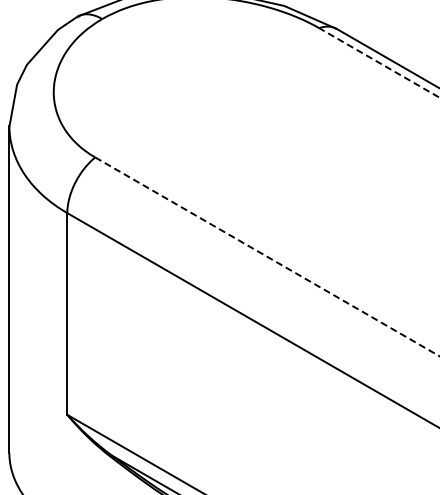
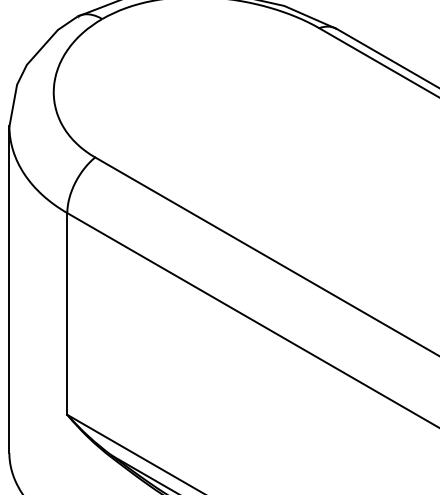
line at (378, 62): dashed -> solid
line at (267, 256): dashed -> solid
